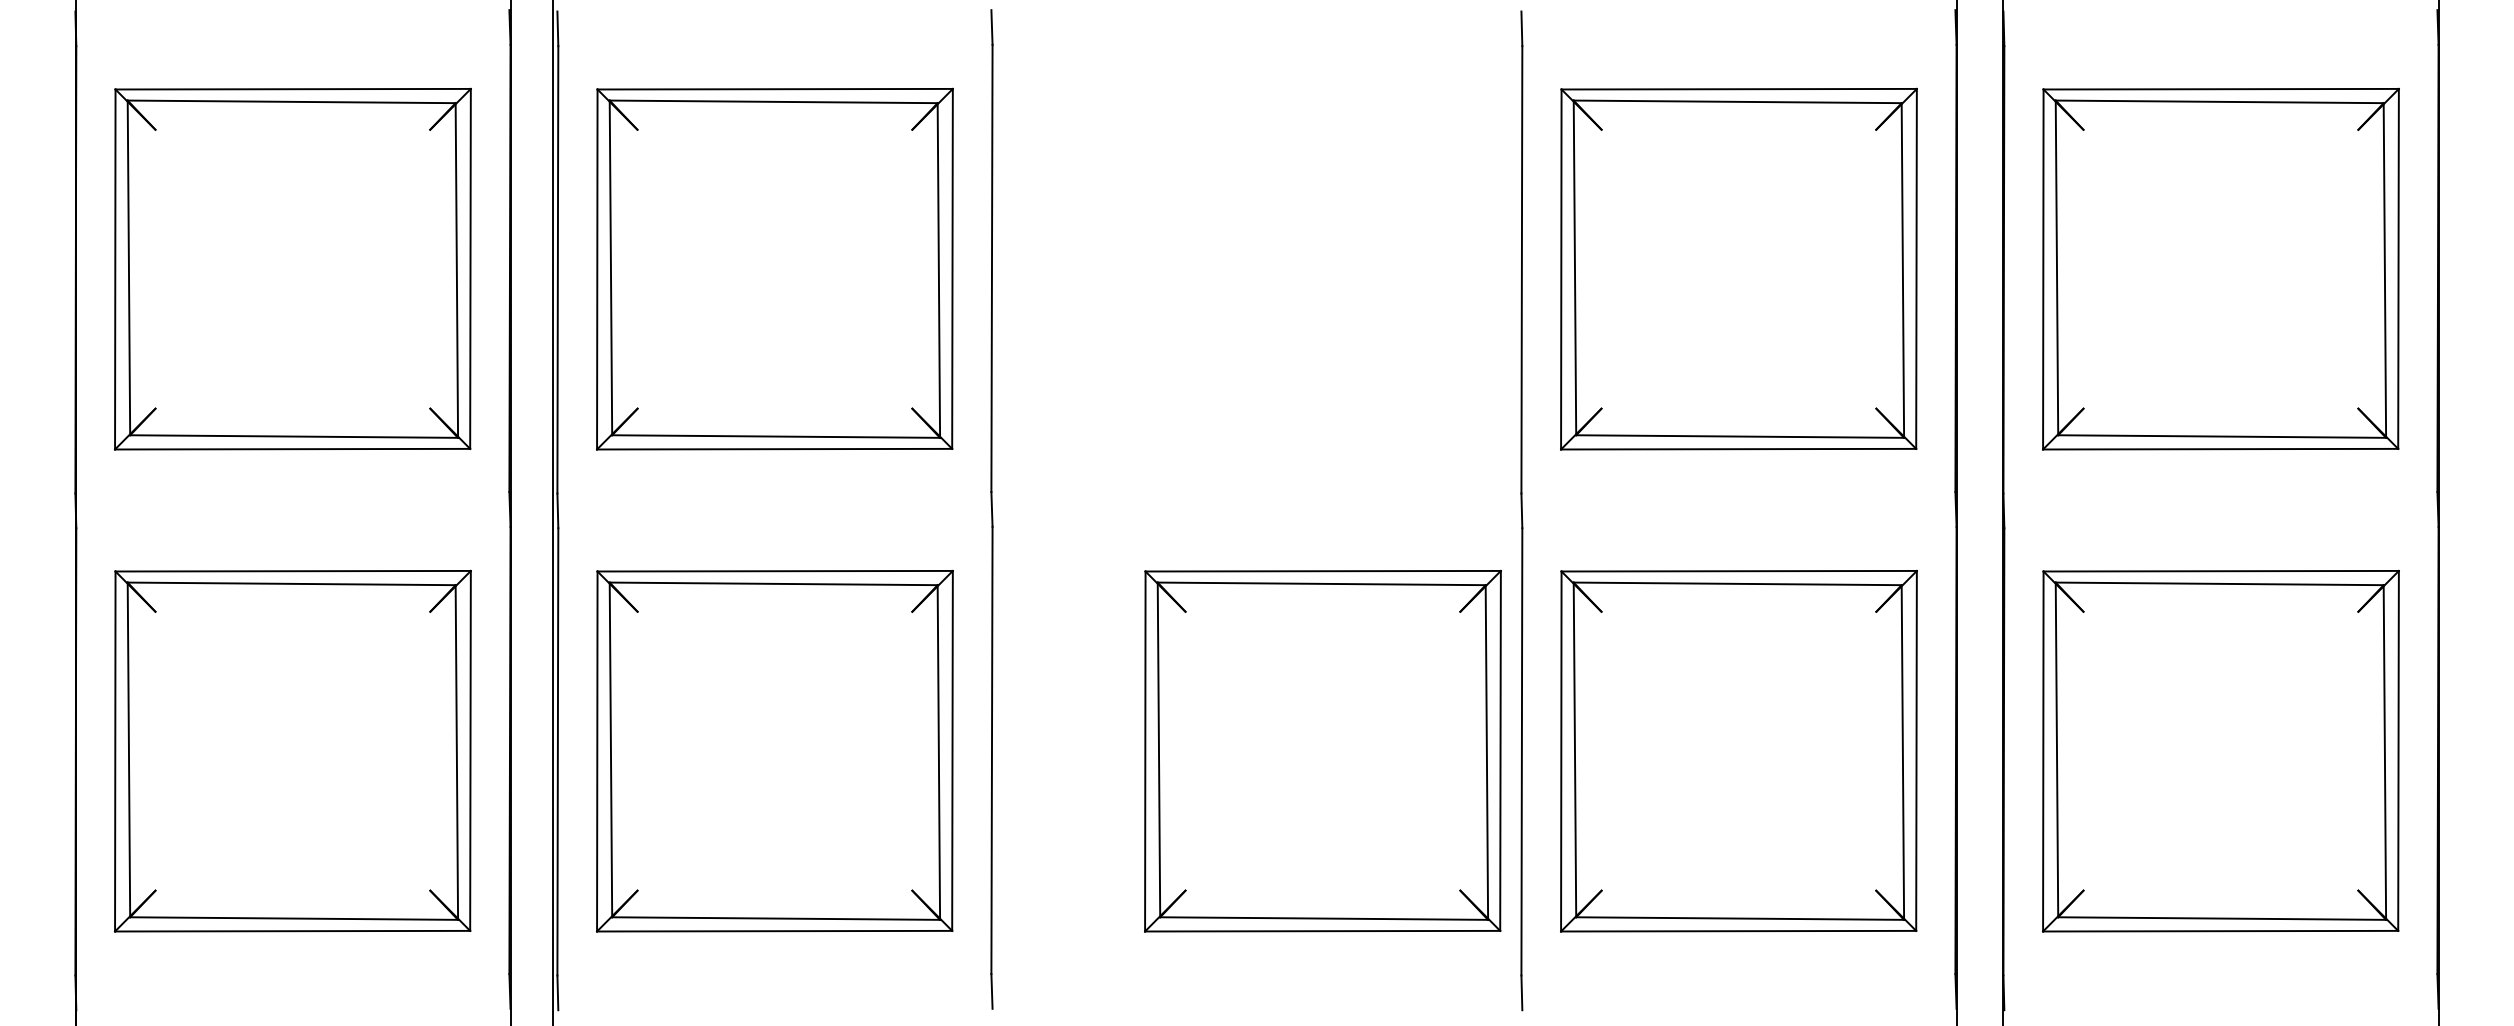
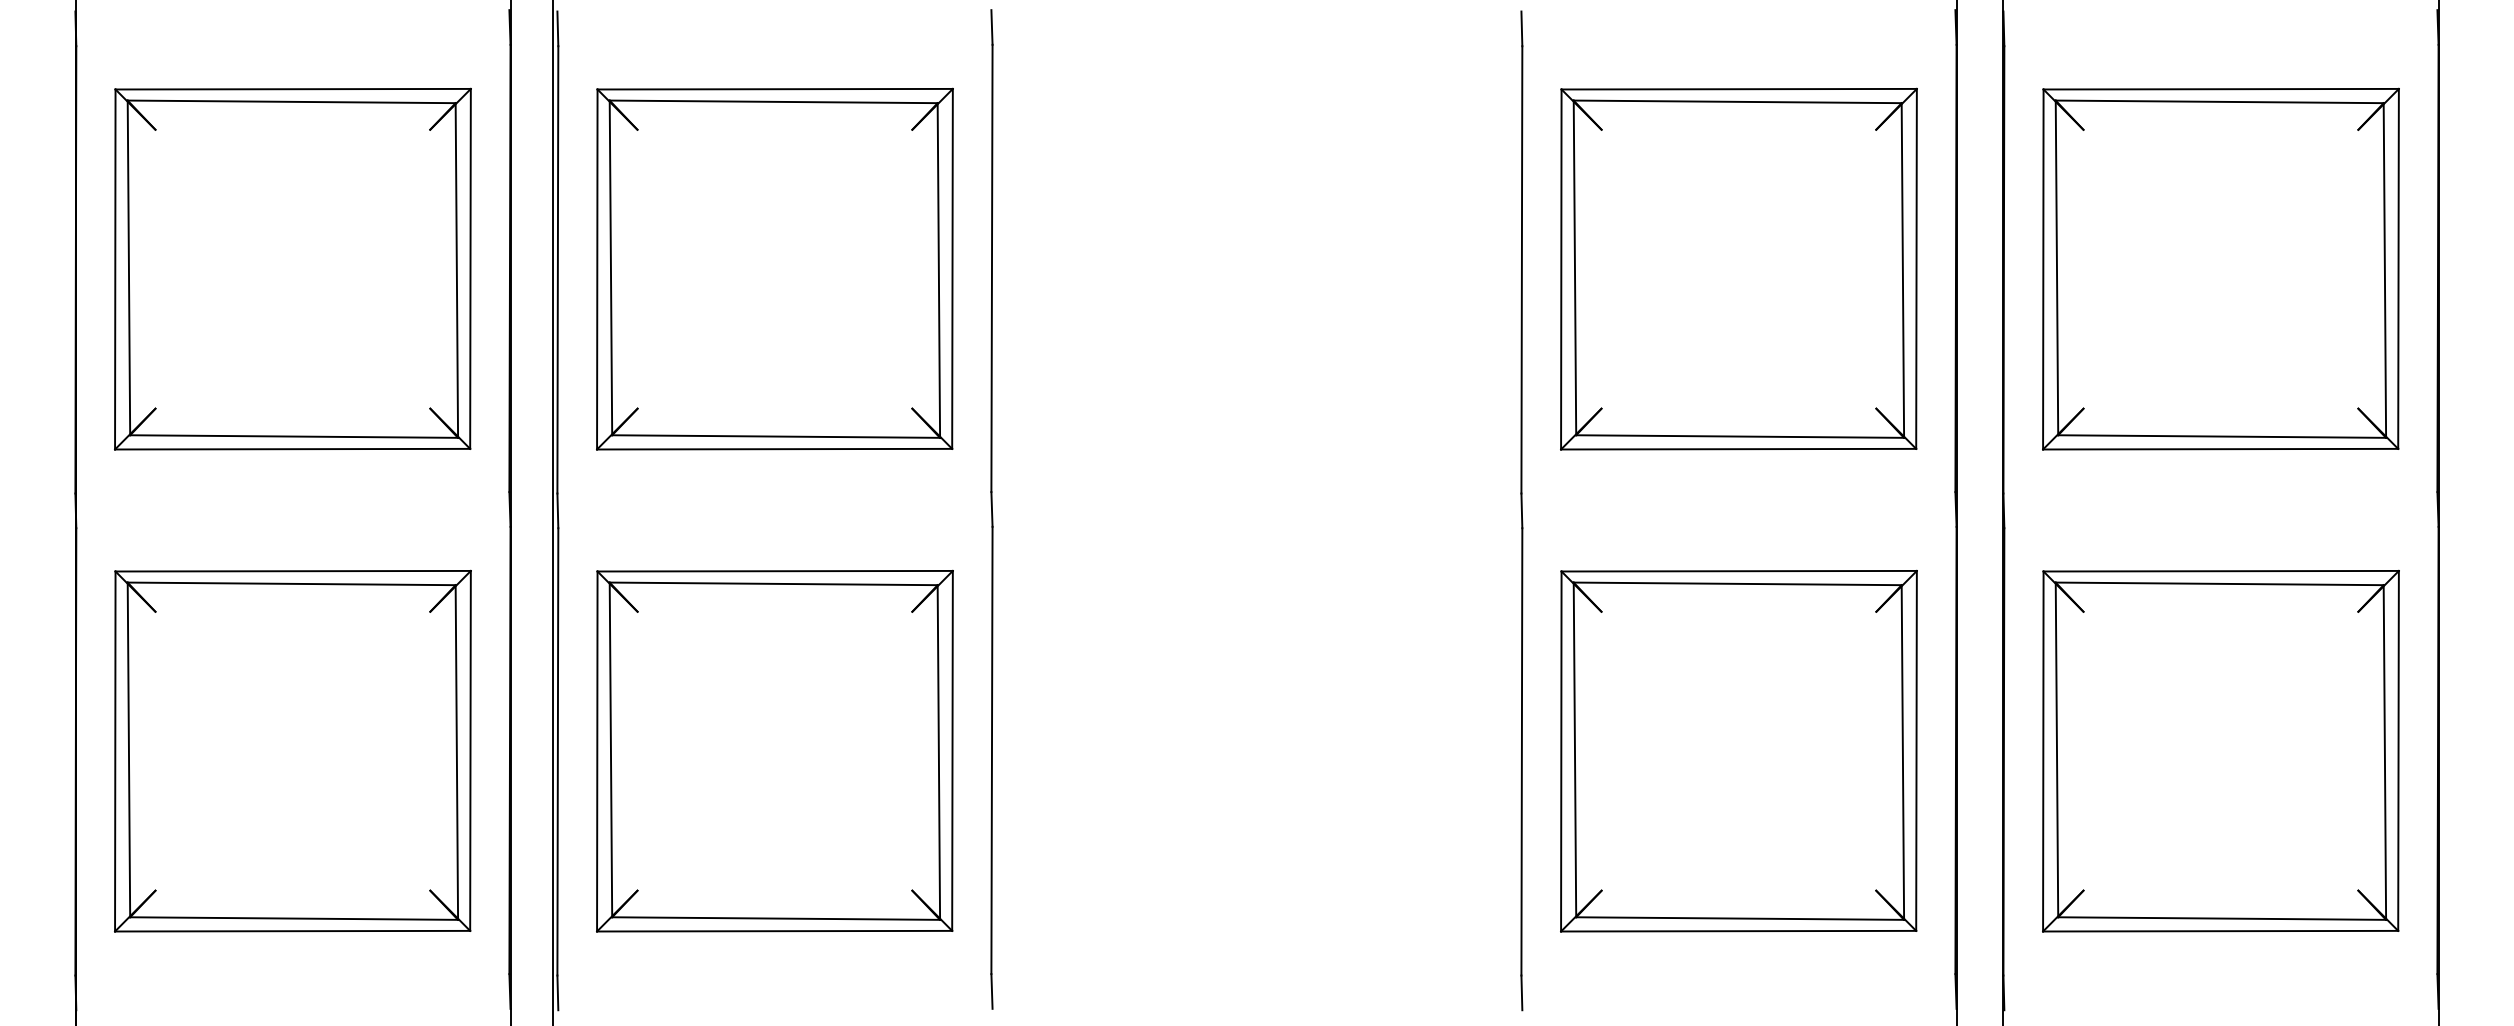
part at (1322, 750): present -> none
